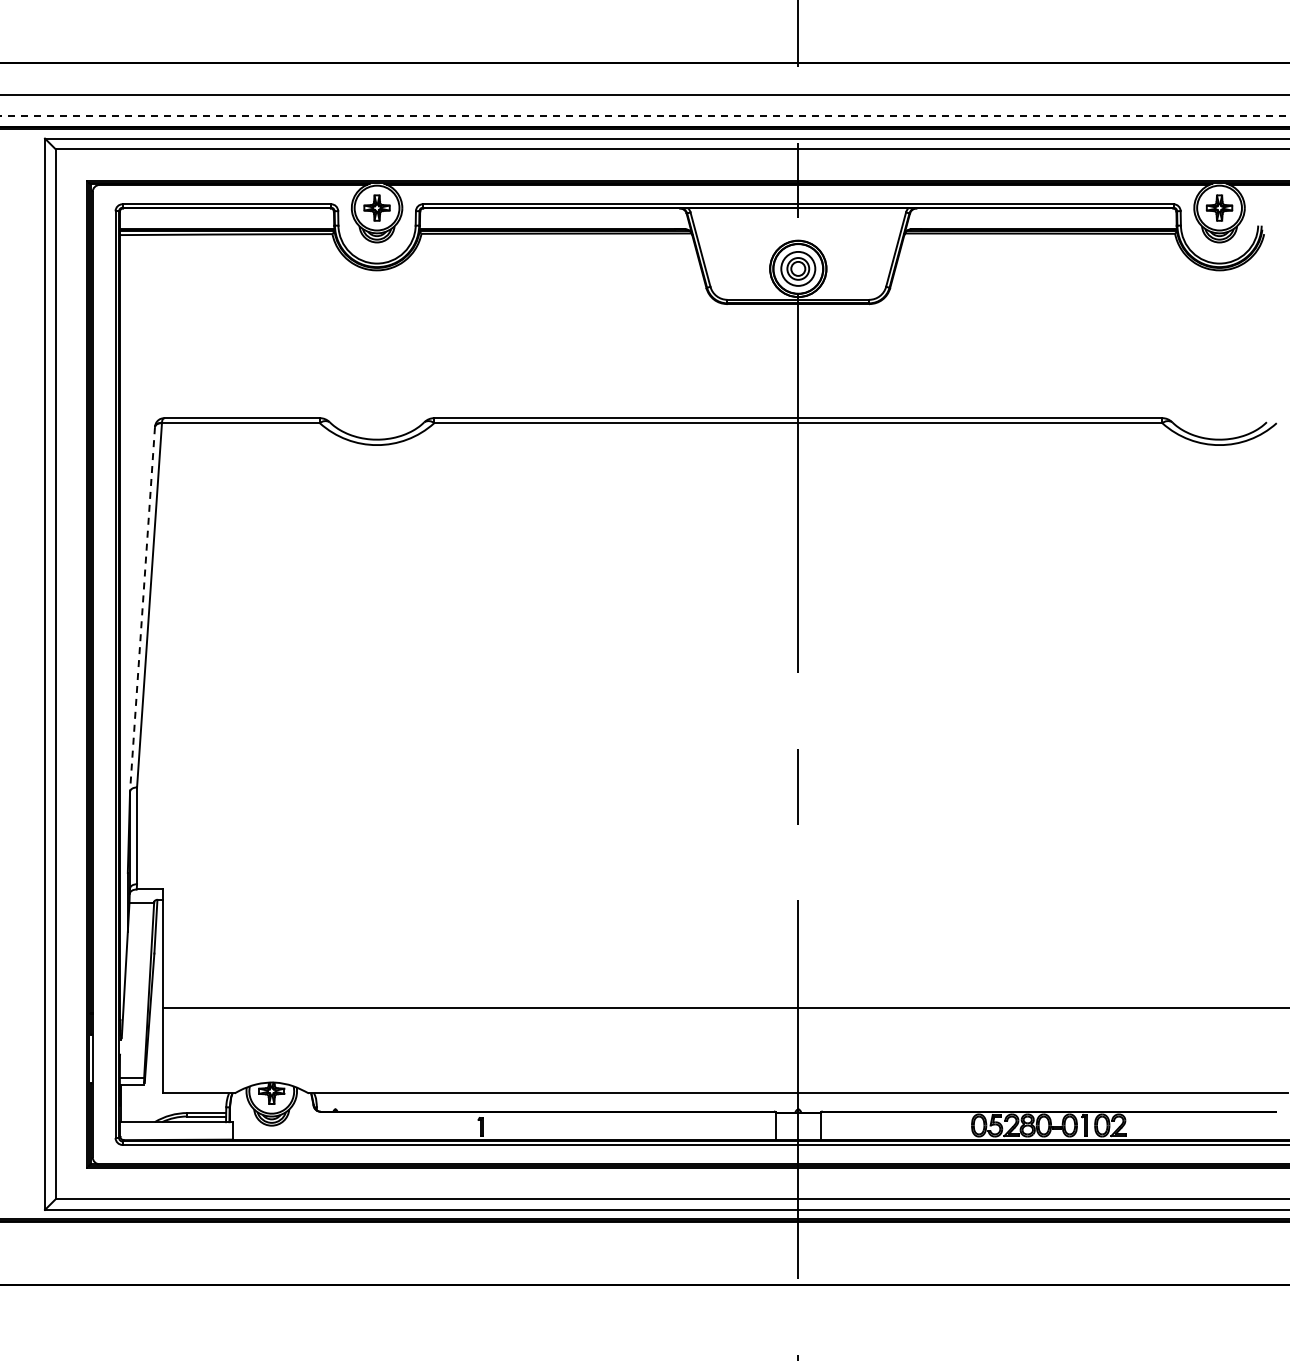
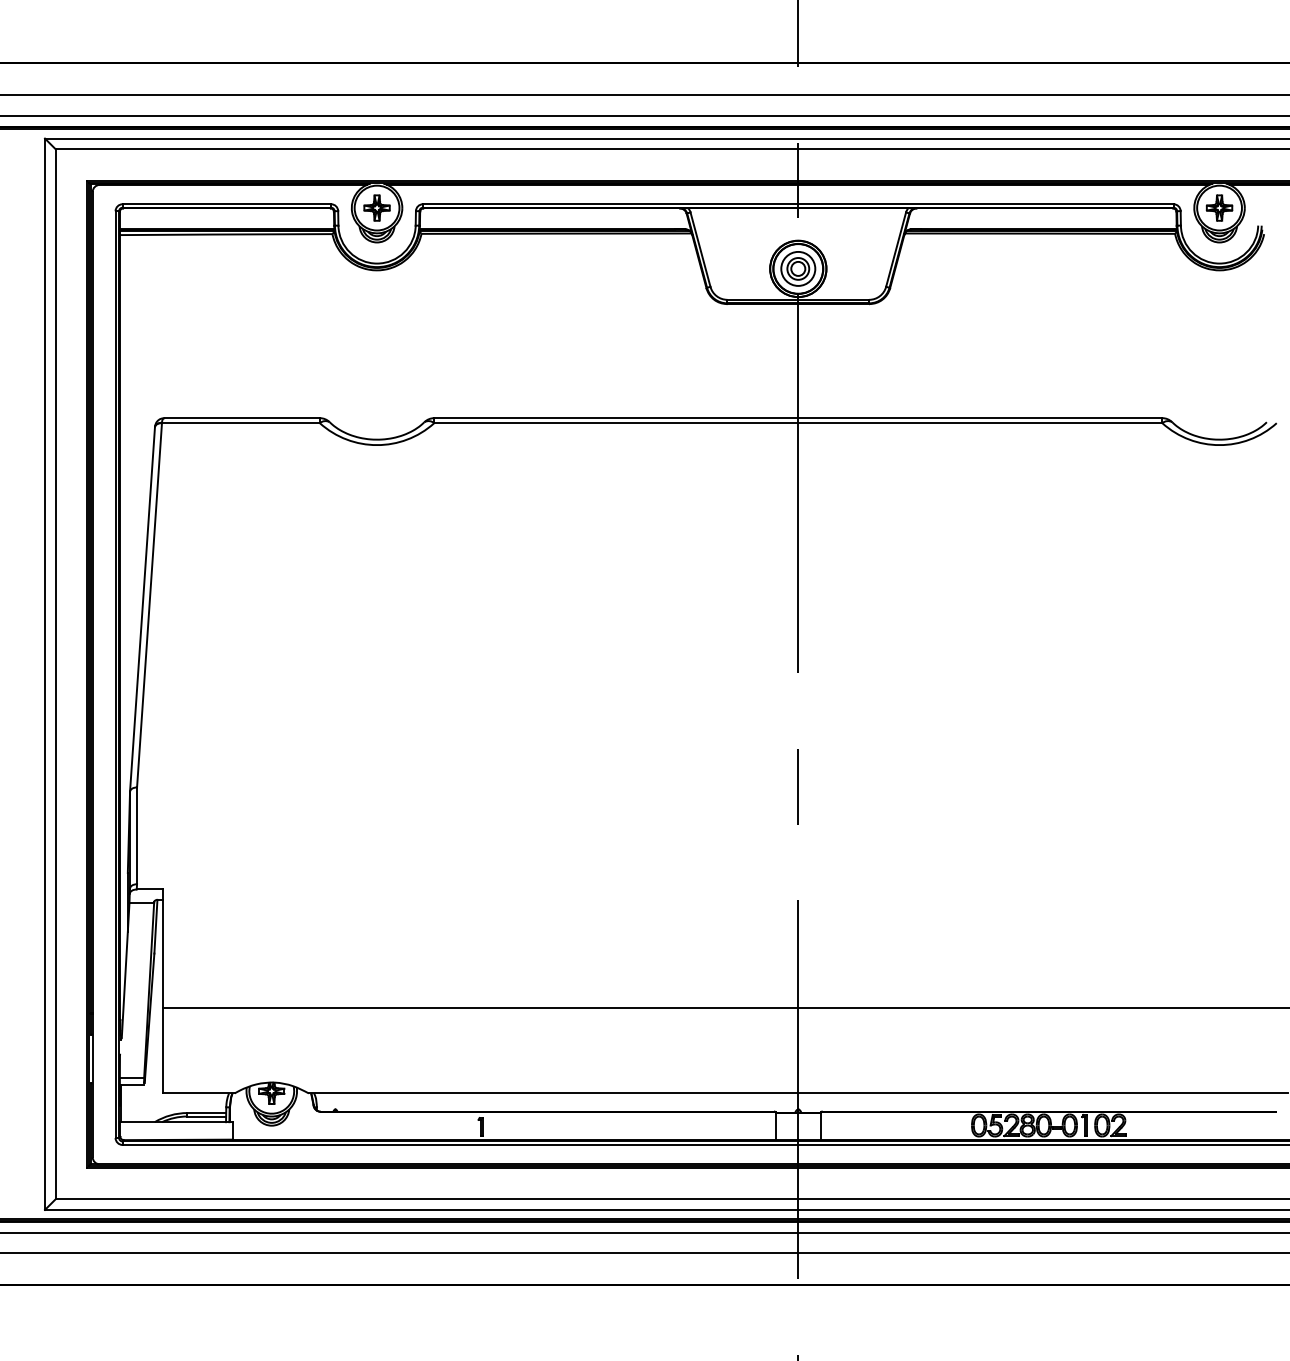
line at (644, 115): dashed -> solid
line at (142, 609): dashed -> solid
line at (644, 1233): none -> present
line at (644, 1253): none -> present
